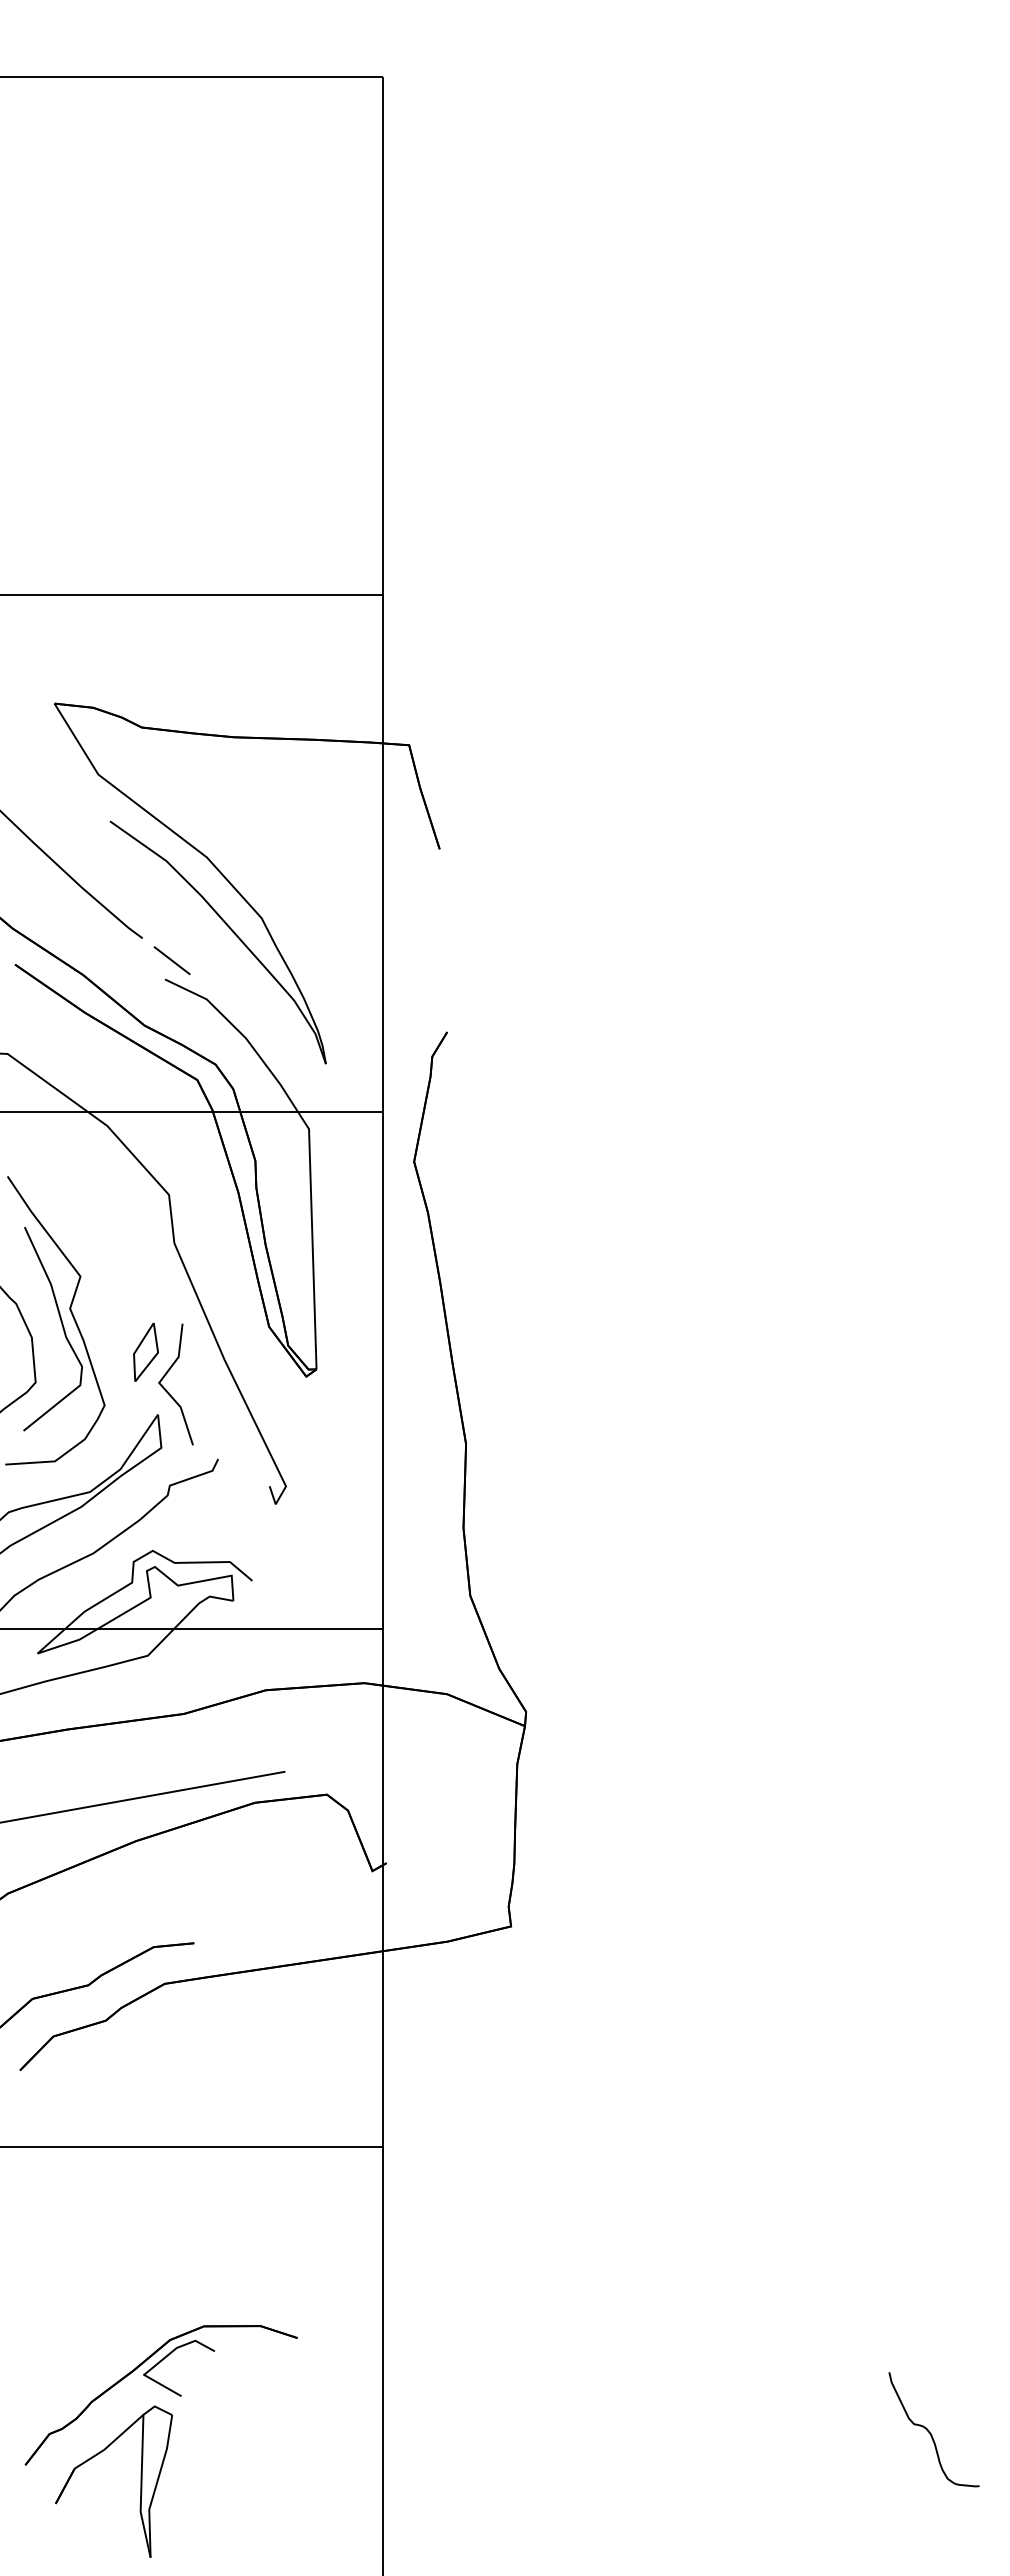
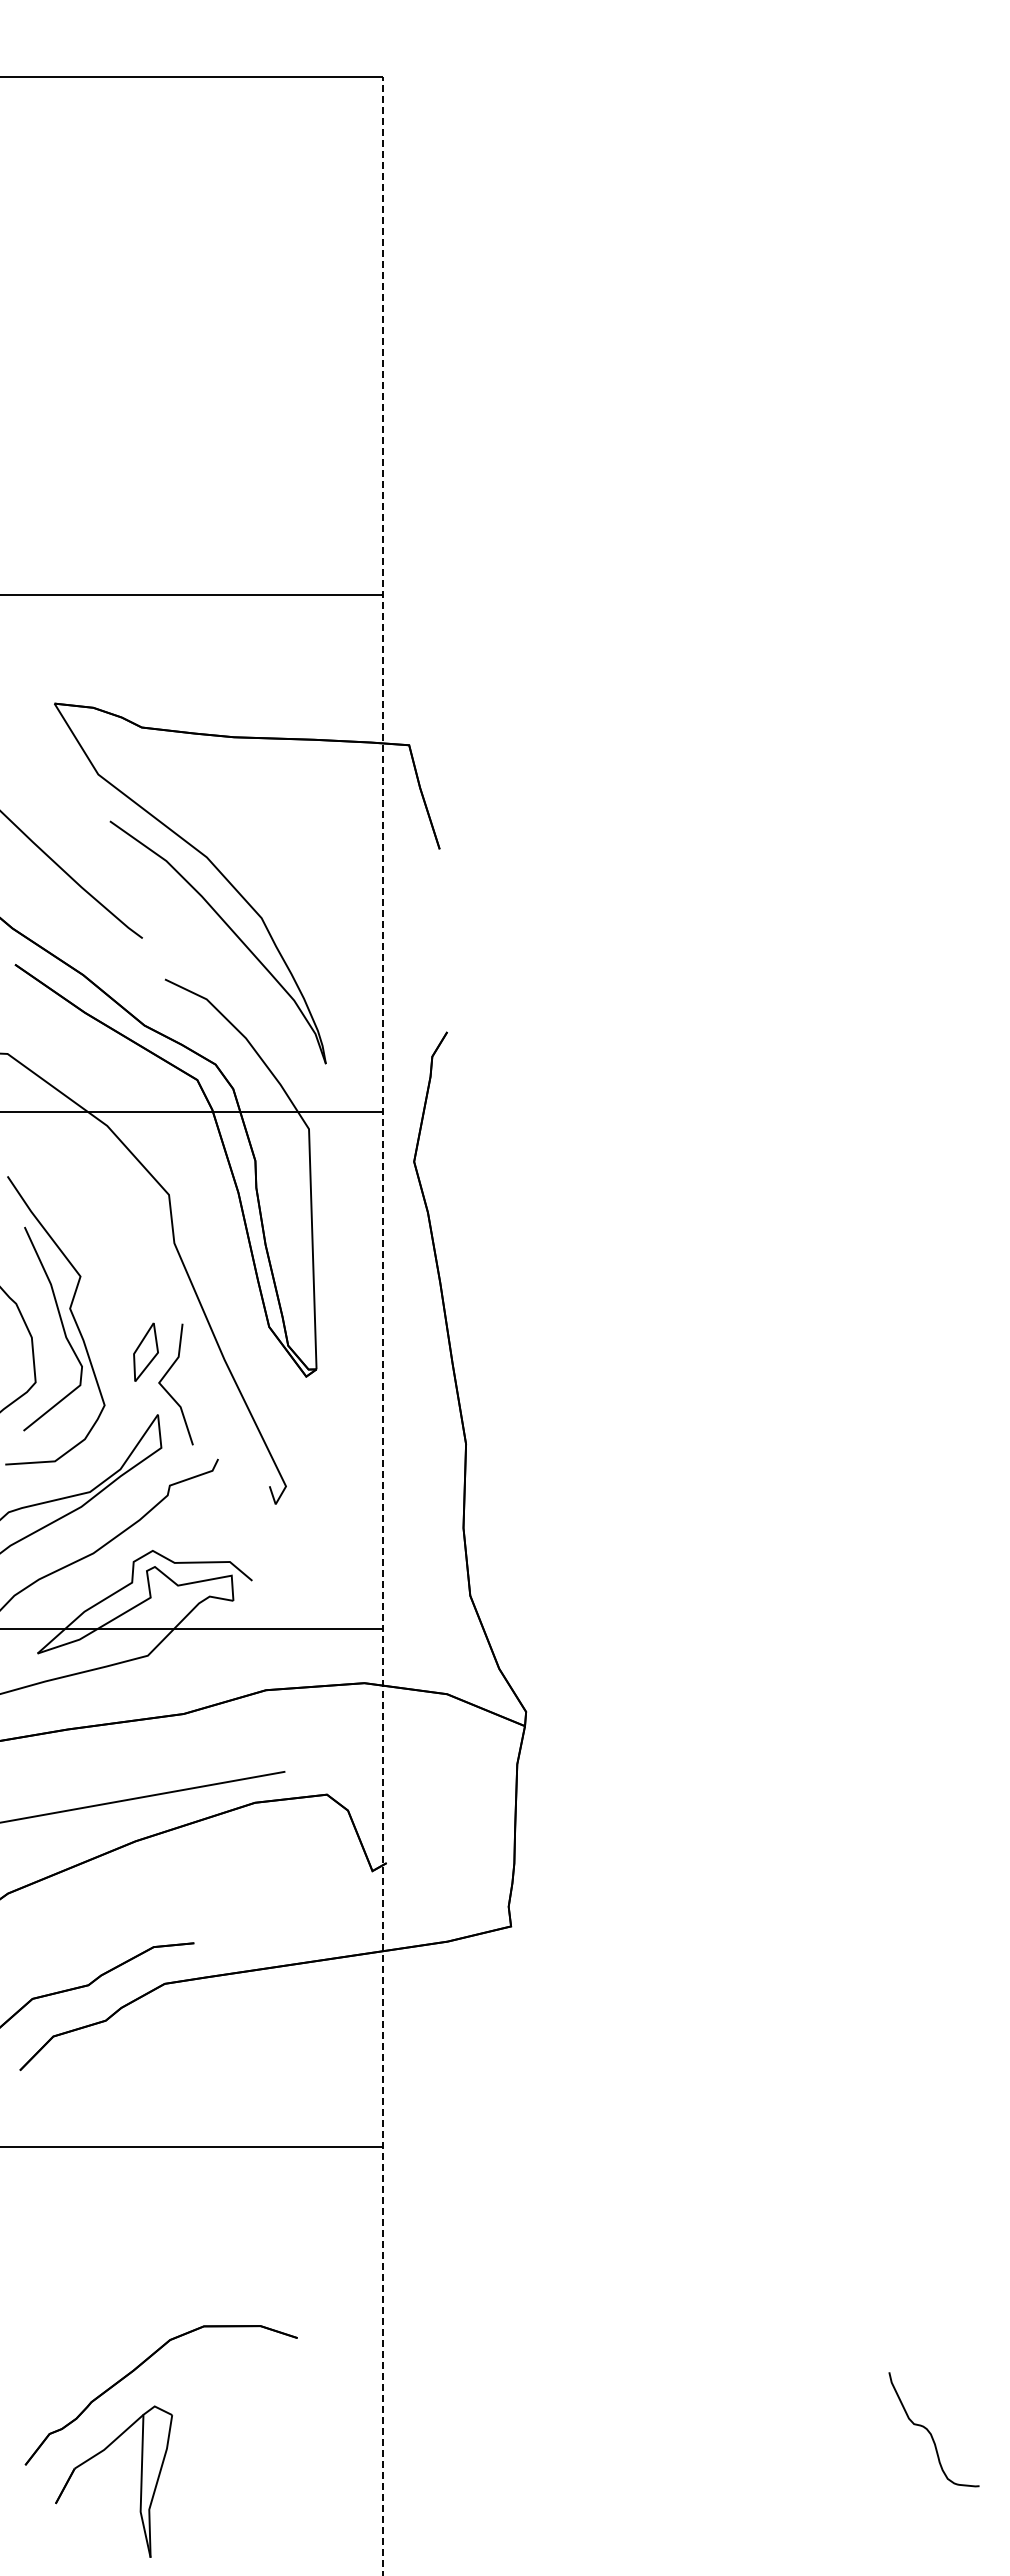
line at (171, 960): present -> none
line at (383, 1326): solid -> dashed
part at (168, 2356): present -> none
